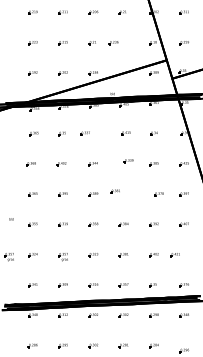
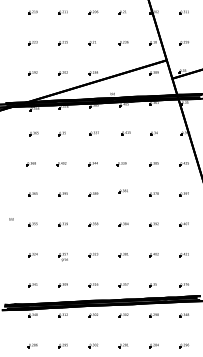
part at (113, 43) position: (113, 43) -> (123, 43)
part at (84, 133) position: (84, 133) -> (93, 133)
part at (128, 161) position: (128, 161) -> (121, 164)
part at (114, 191) position: (114, 191) -> (122, 191)
part at (158, 194) position: (158, 194) -> (153, 194)
part at (174, 255) position: (174, 255) -> (183, 255)
part at (8, 257): present -> none
part at (183, 350) position: (183, 350) -> (183, 345)
